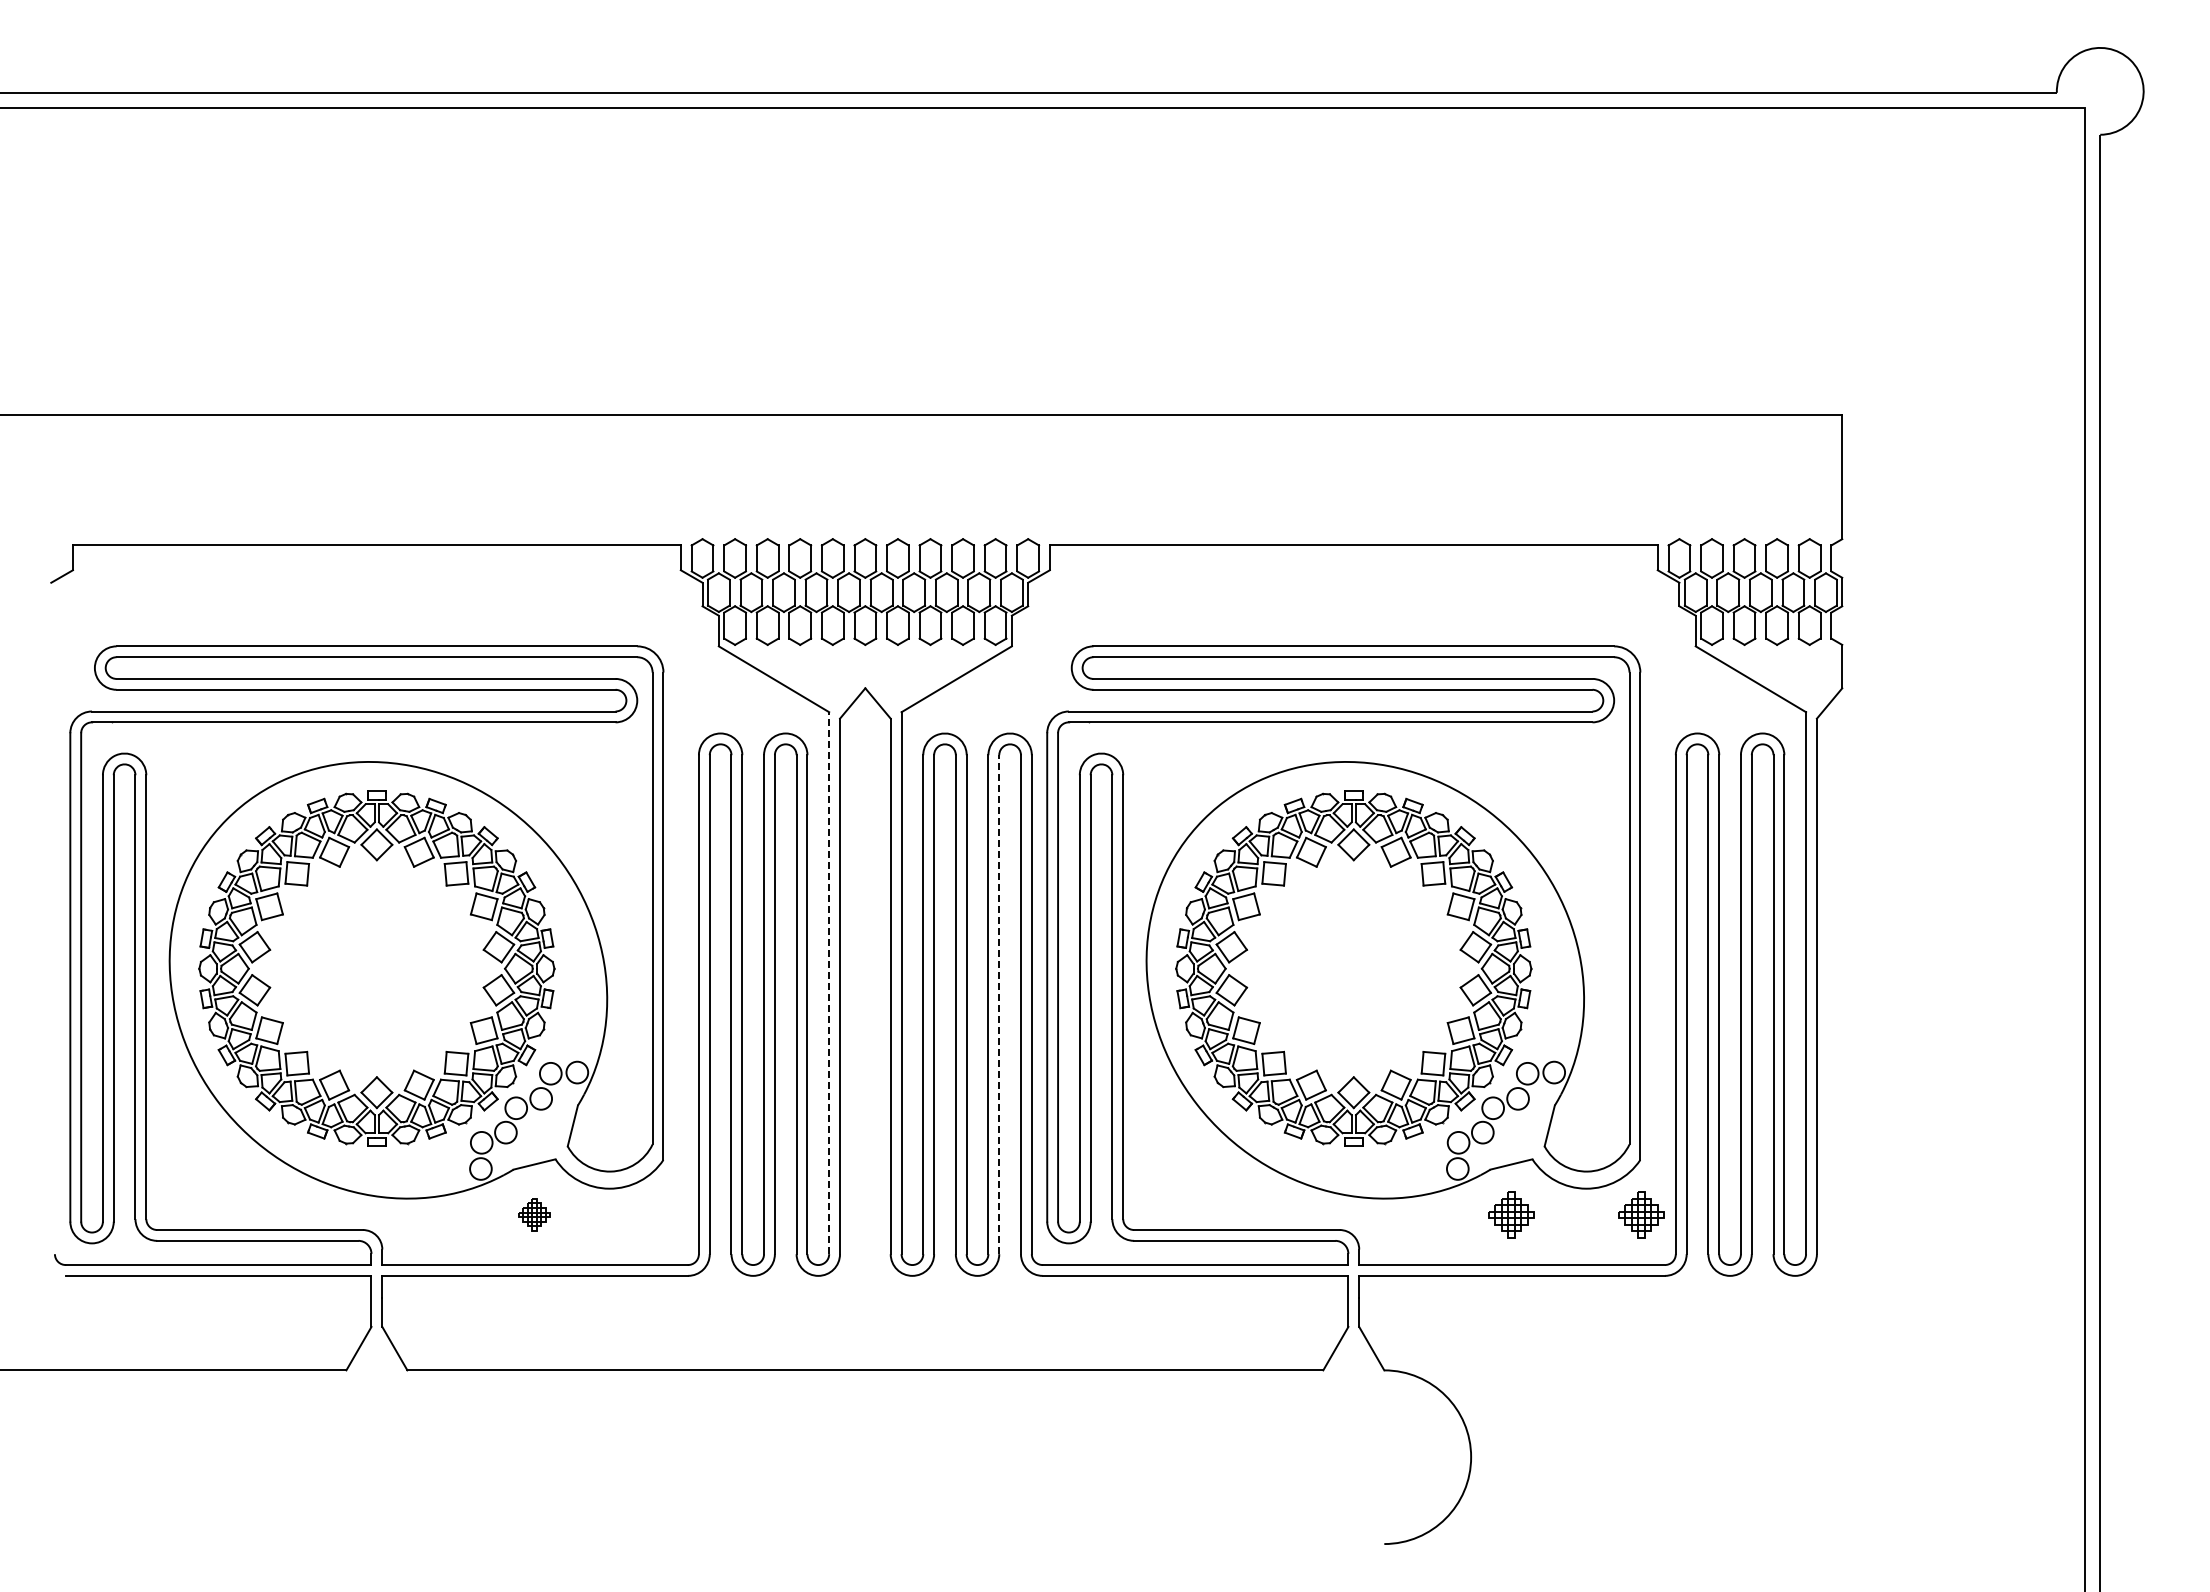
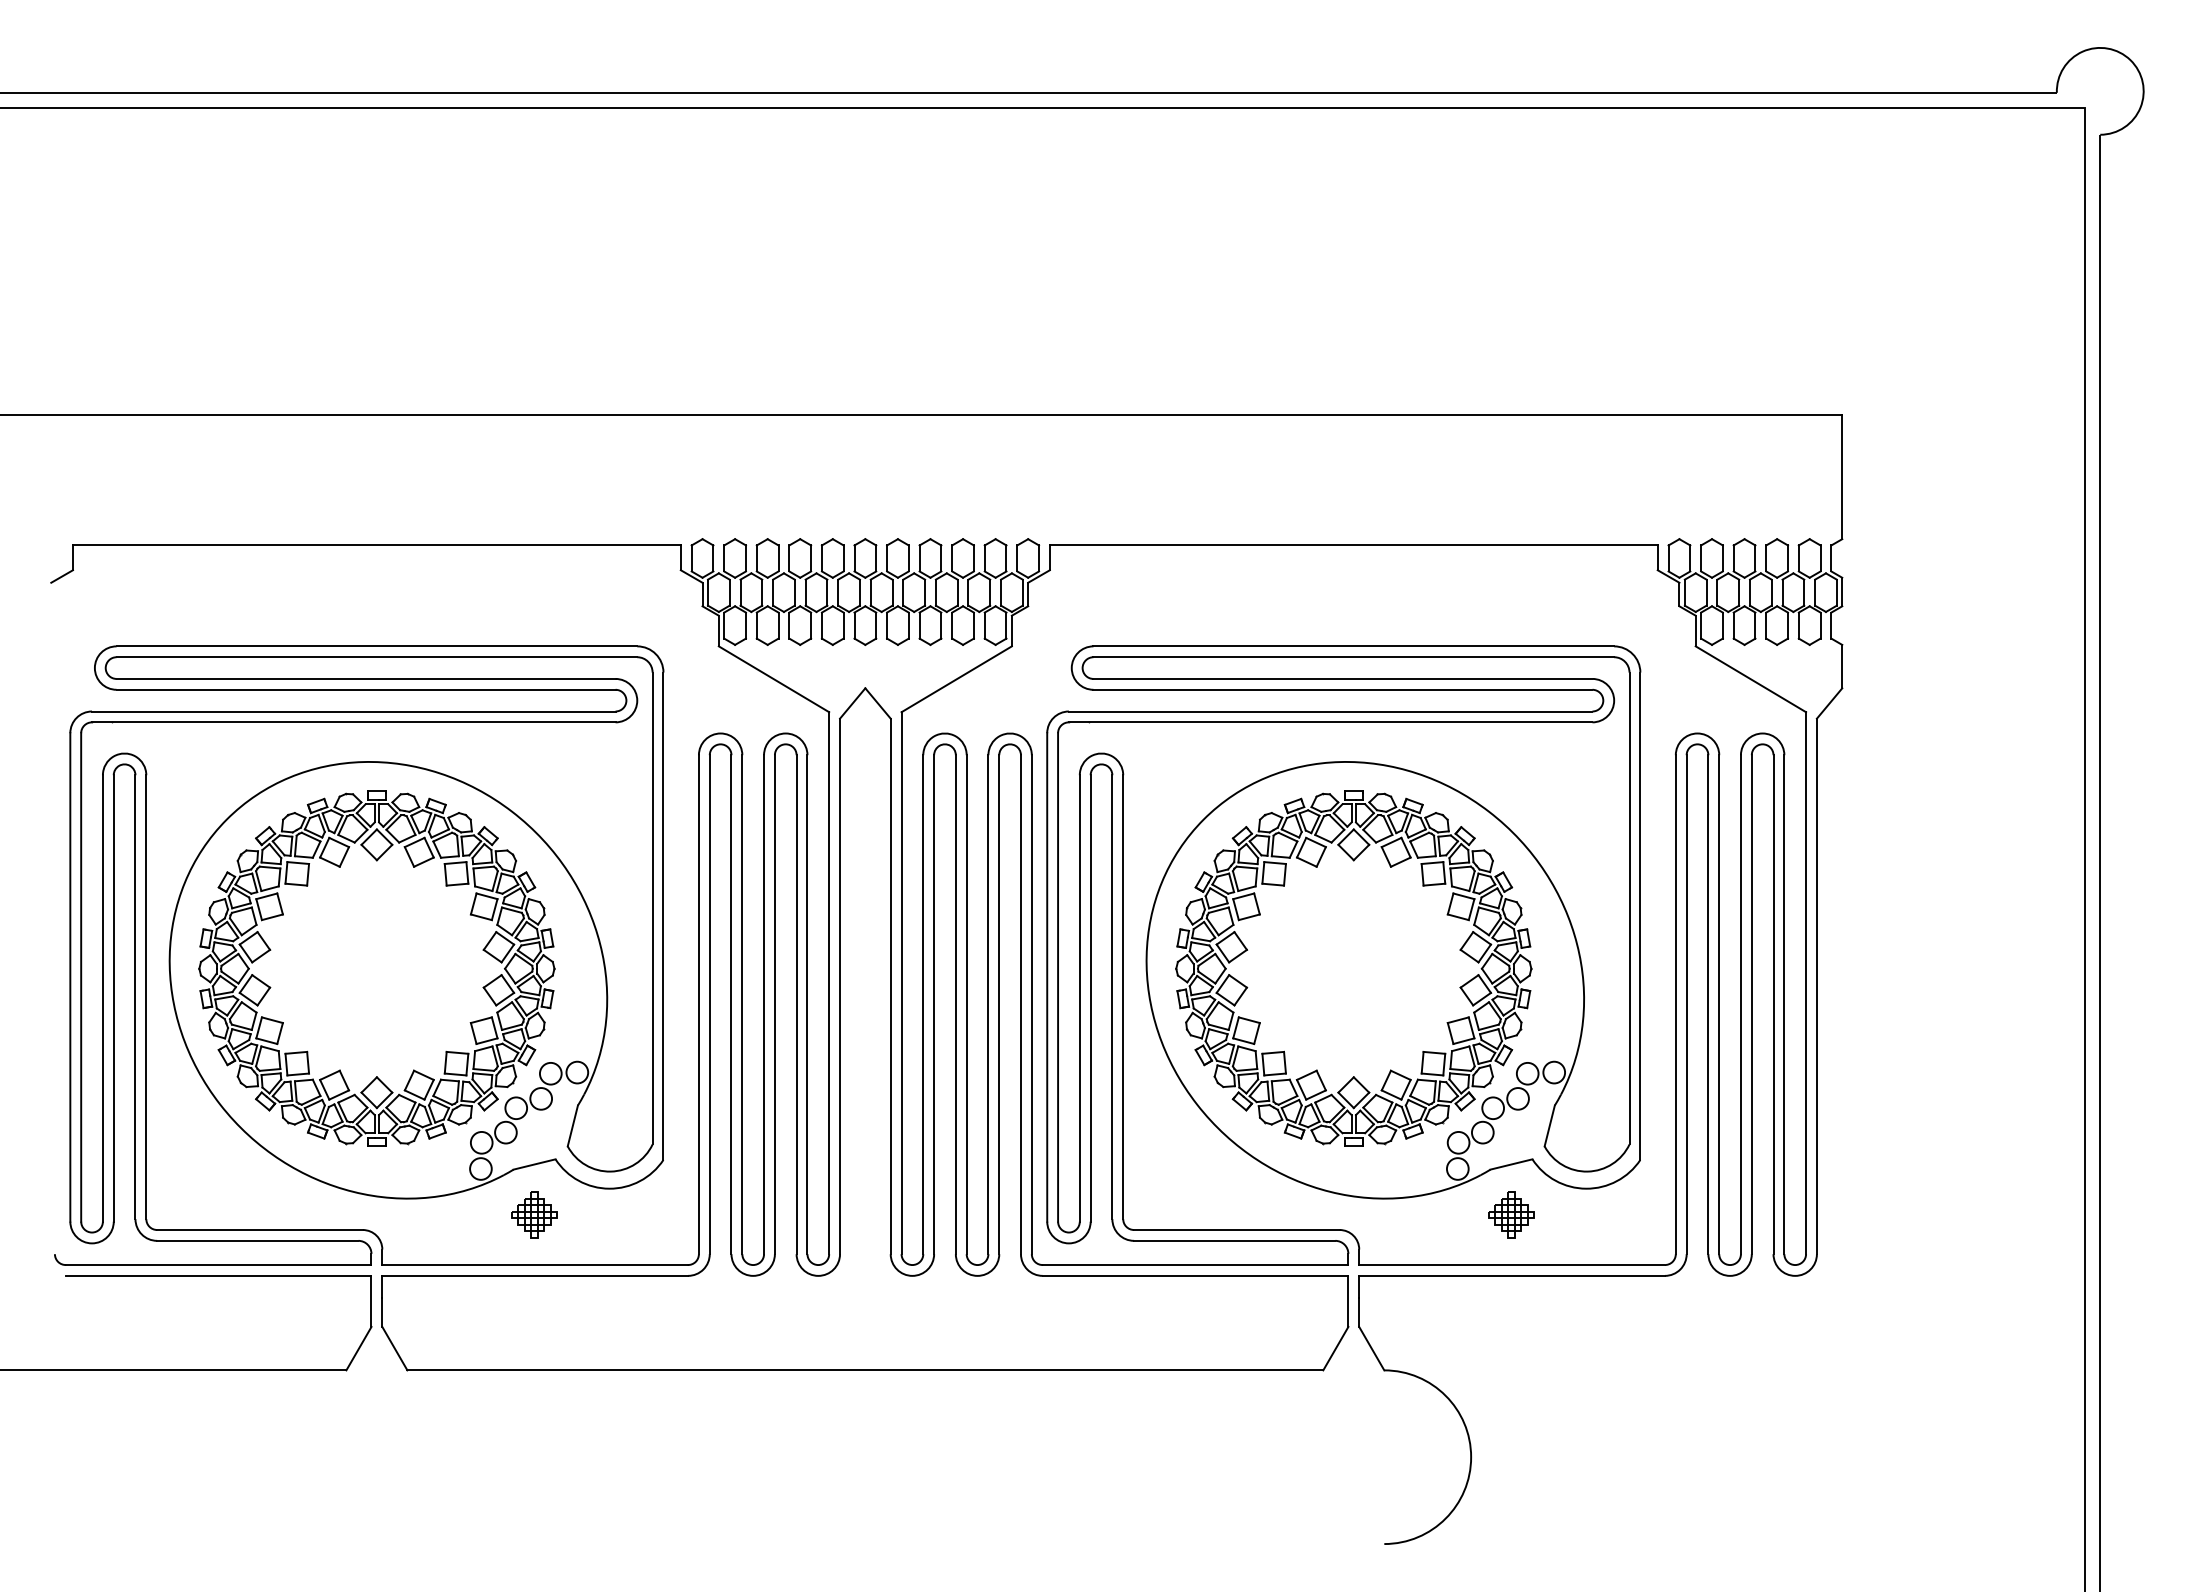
line at (829, 983): dashed -> solid
line at (999, 1004): dashed -> solid
part at (534, 1214) size: 33x34 px -> 47x48 px
part at (1641, 1214): present -> none
